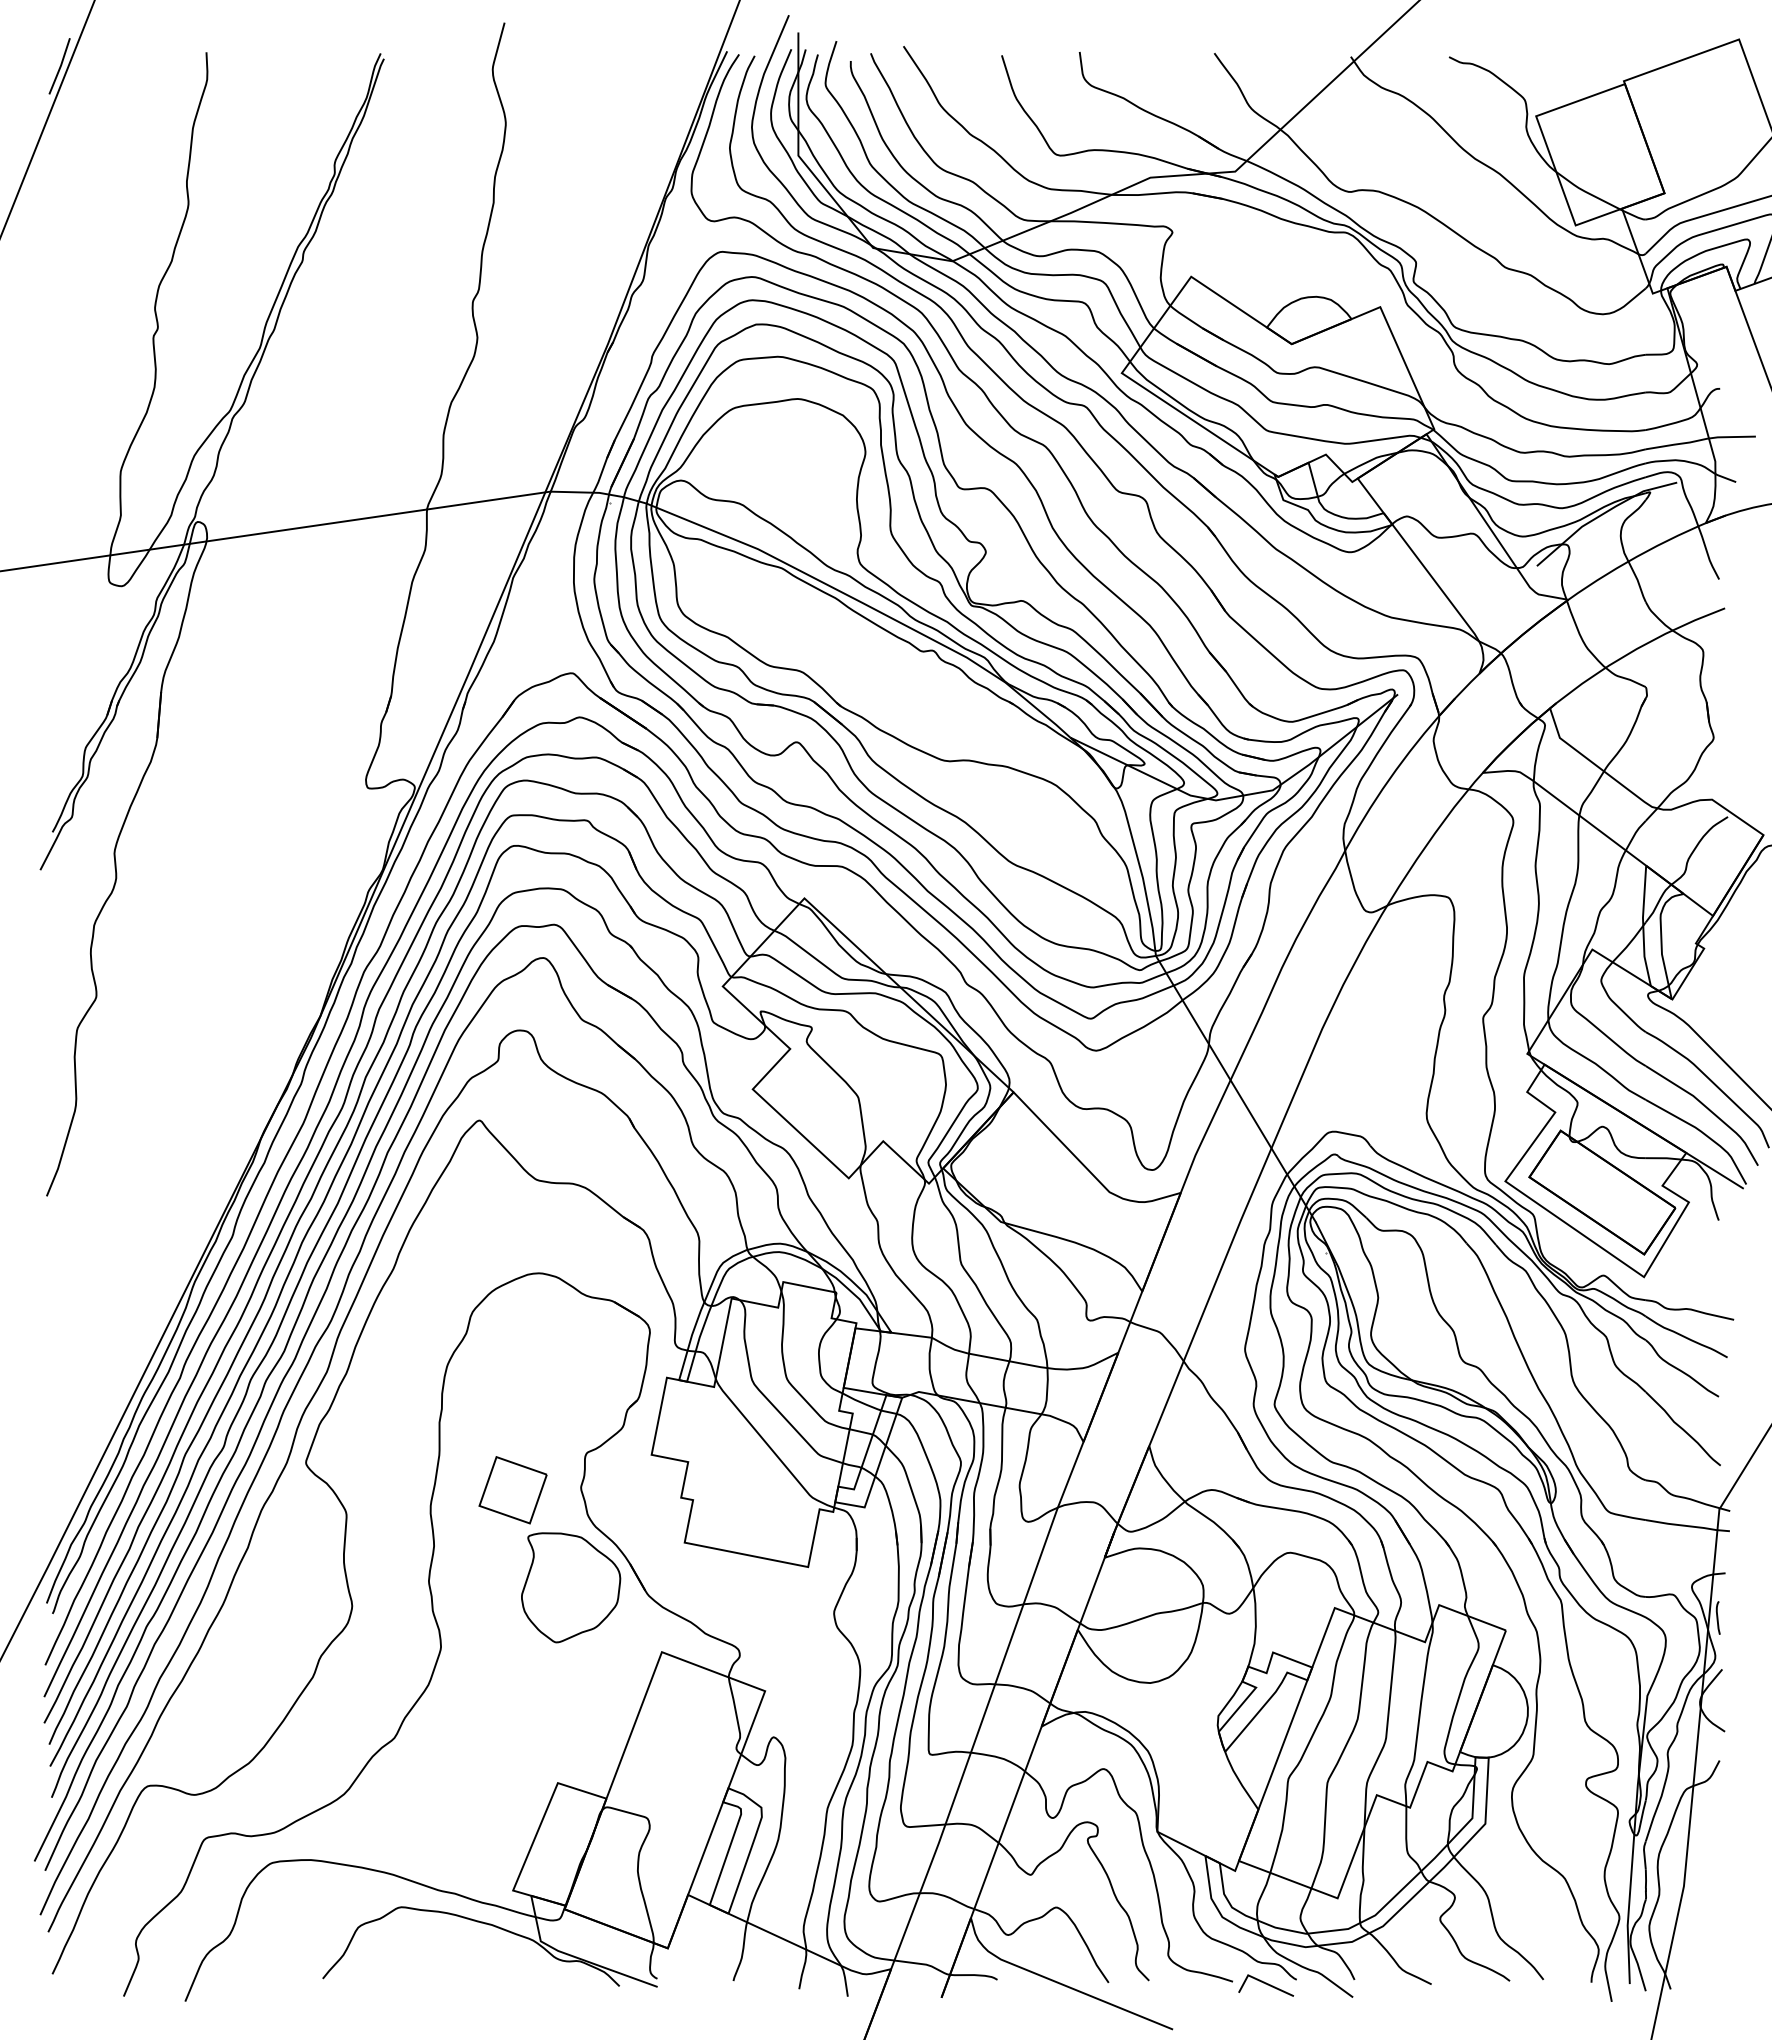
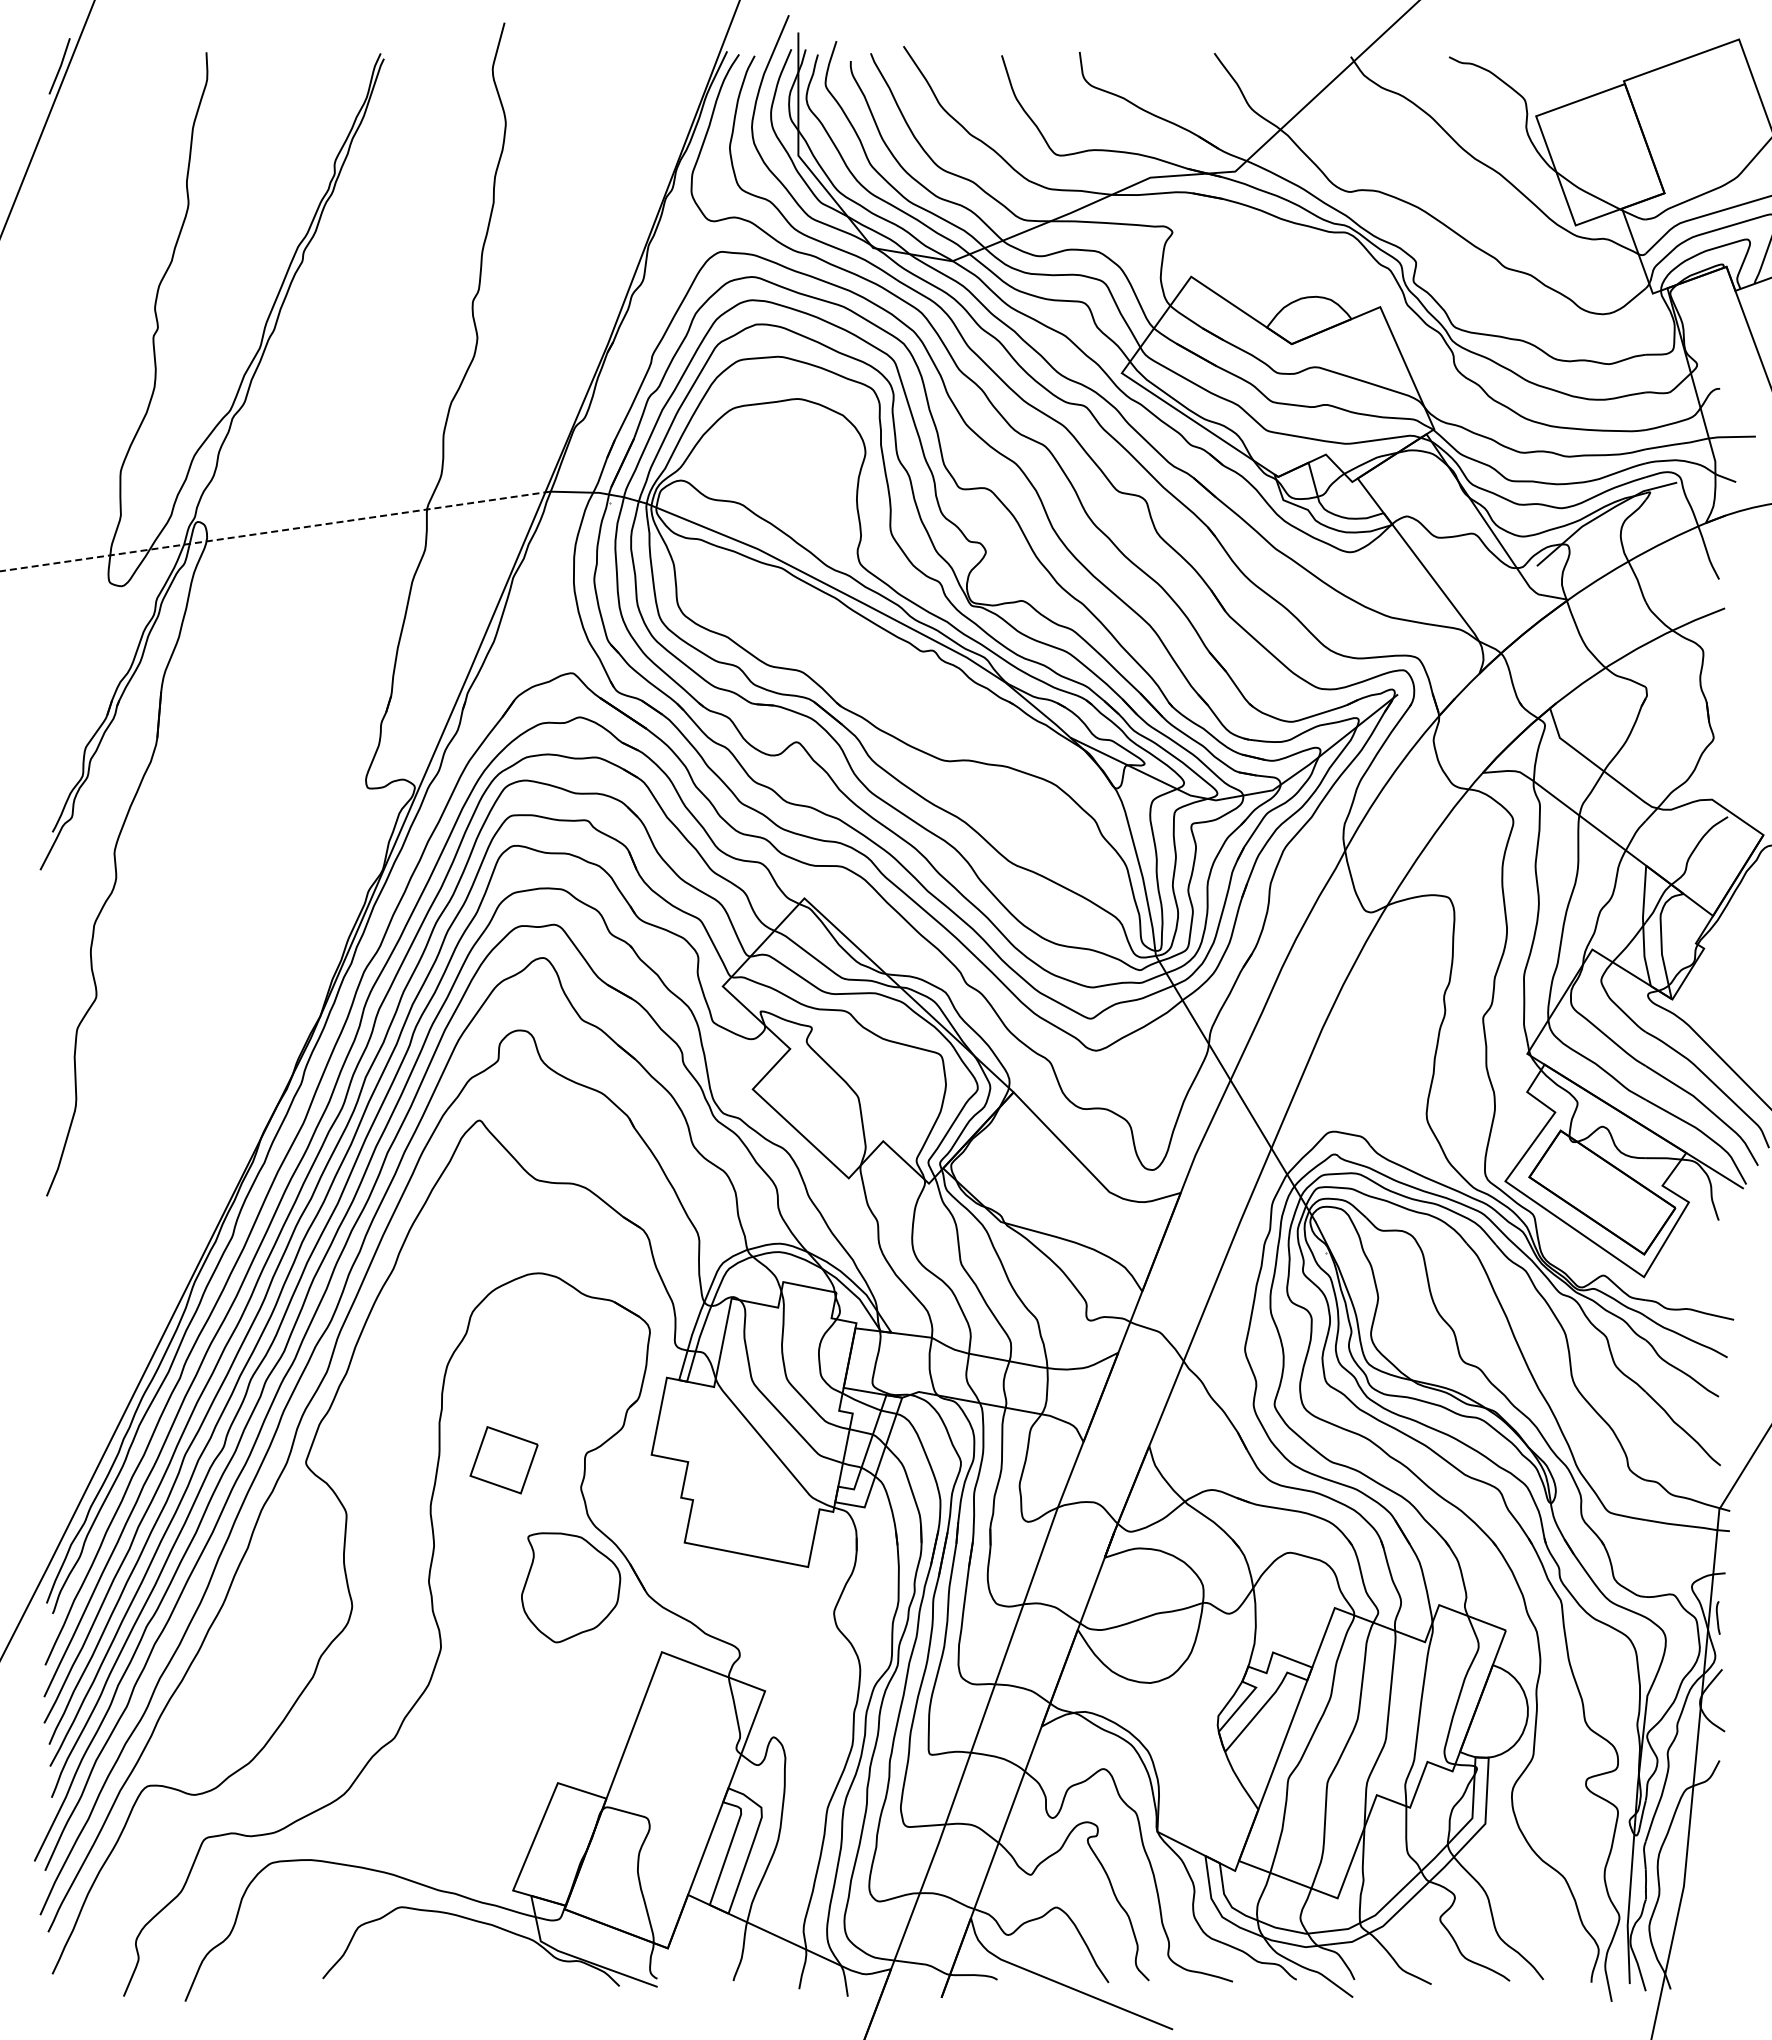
line at (275, 531): solid -> dashed
part at (512, 1490) position: (512, 1490) -> (503, 1460)
line at (1266, 1984): present -> none
